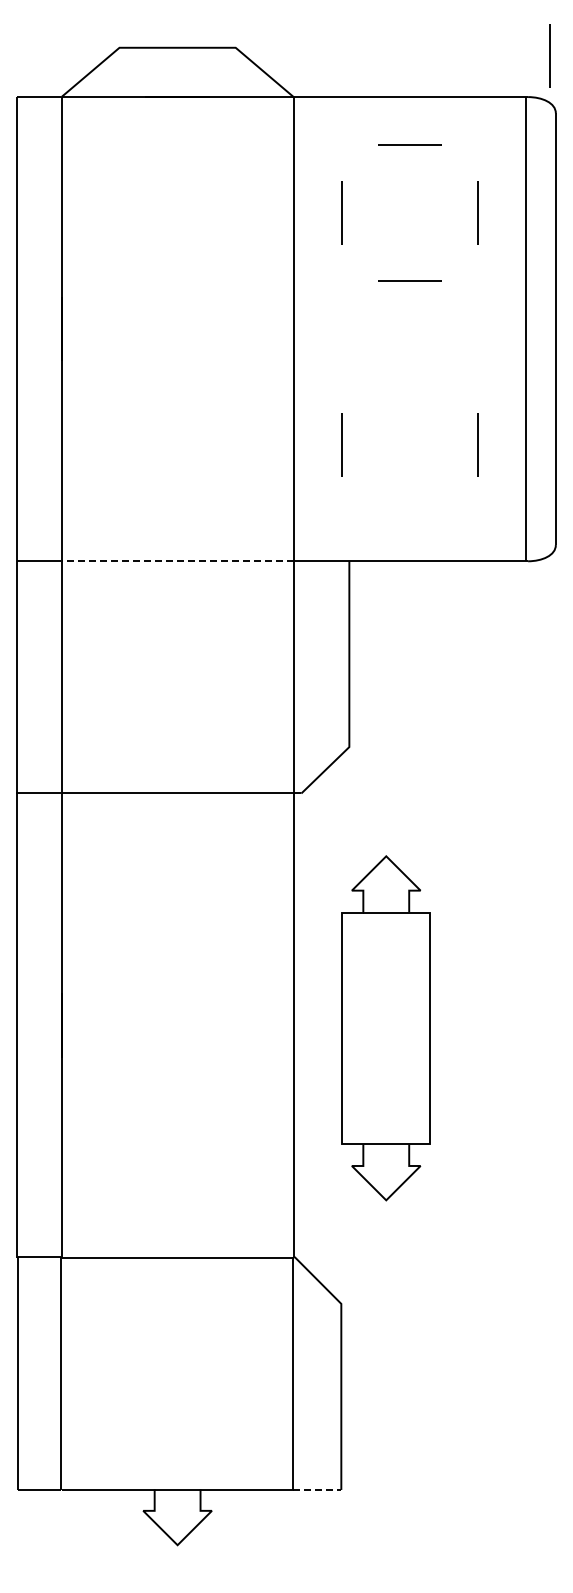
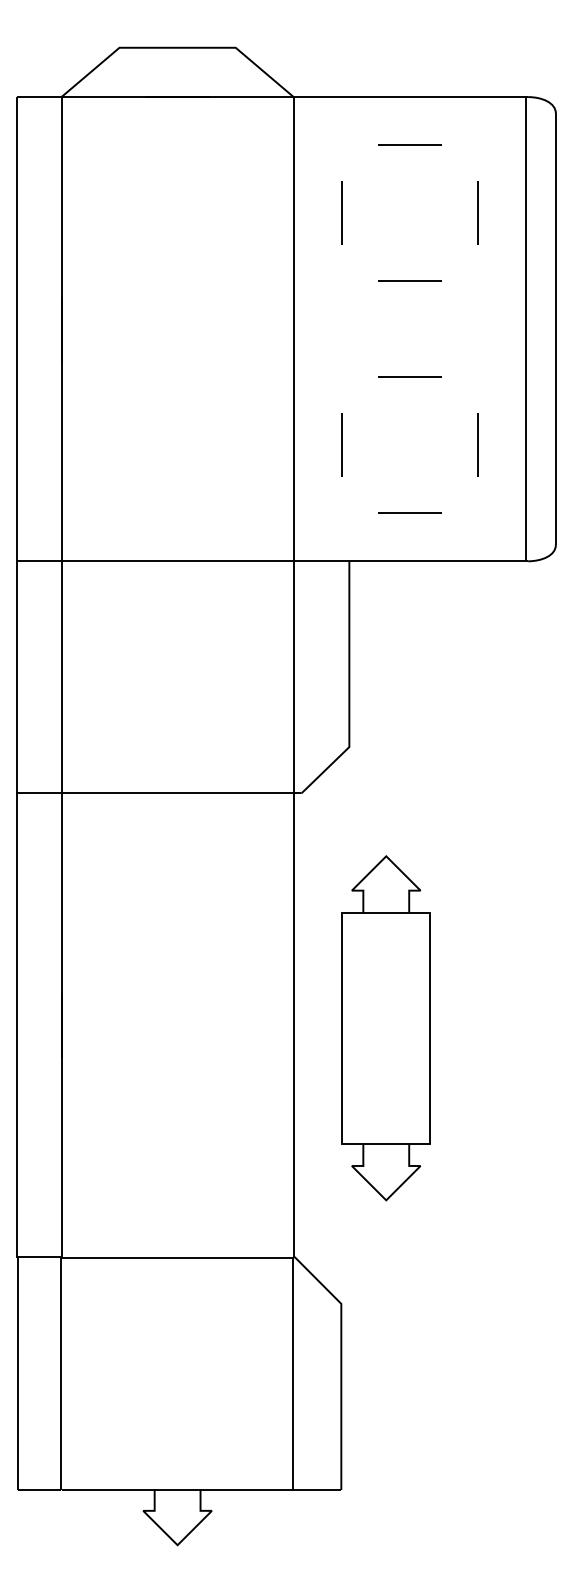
line at (549, 55): present -> none
line at (409, 376): none -> present
line at (409, 512): none -> present
line at (177, 561): dashed -> solid
line at (317, 1489): dashed -> solid
